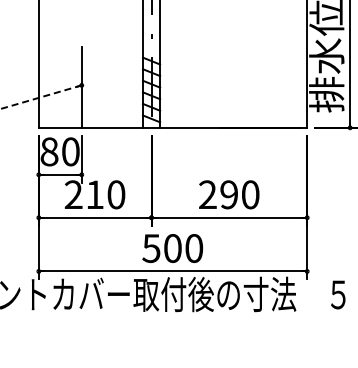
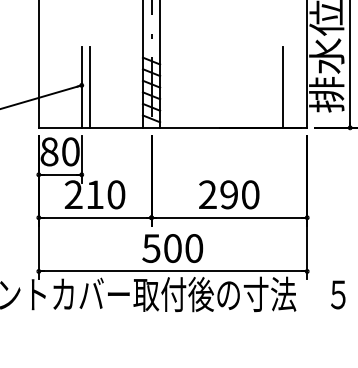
line at (89, 87): none -> present
line at (283, 87): none -> present
line at (40, 97): dashed -> solid
